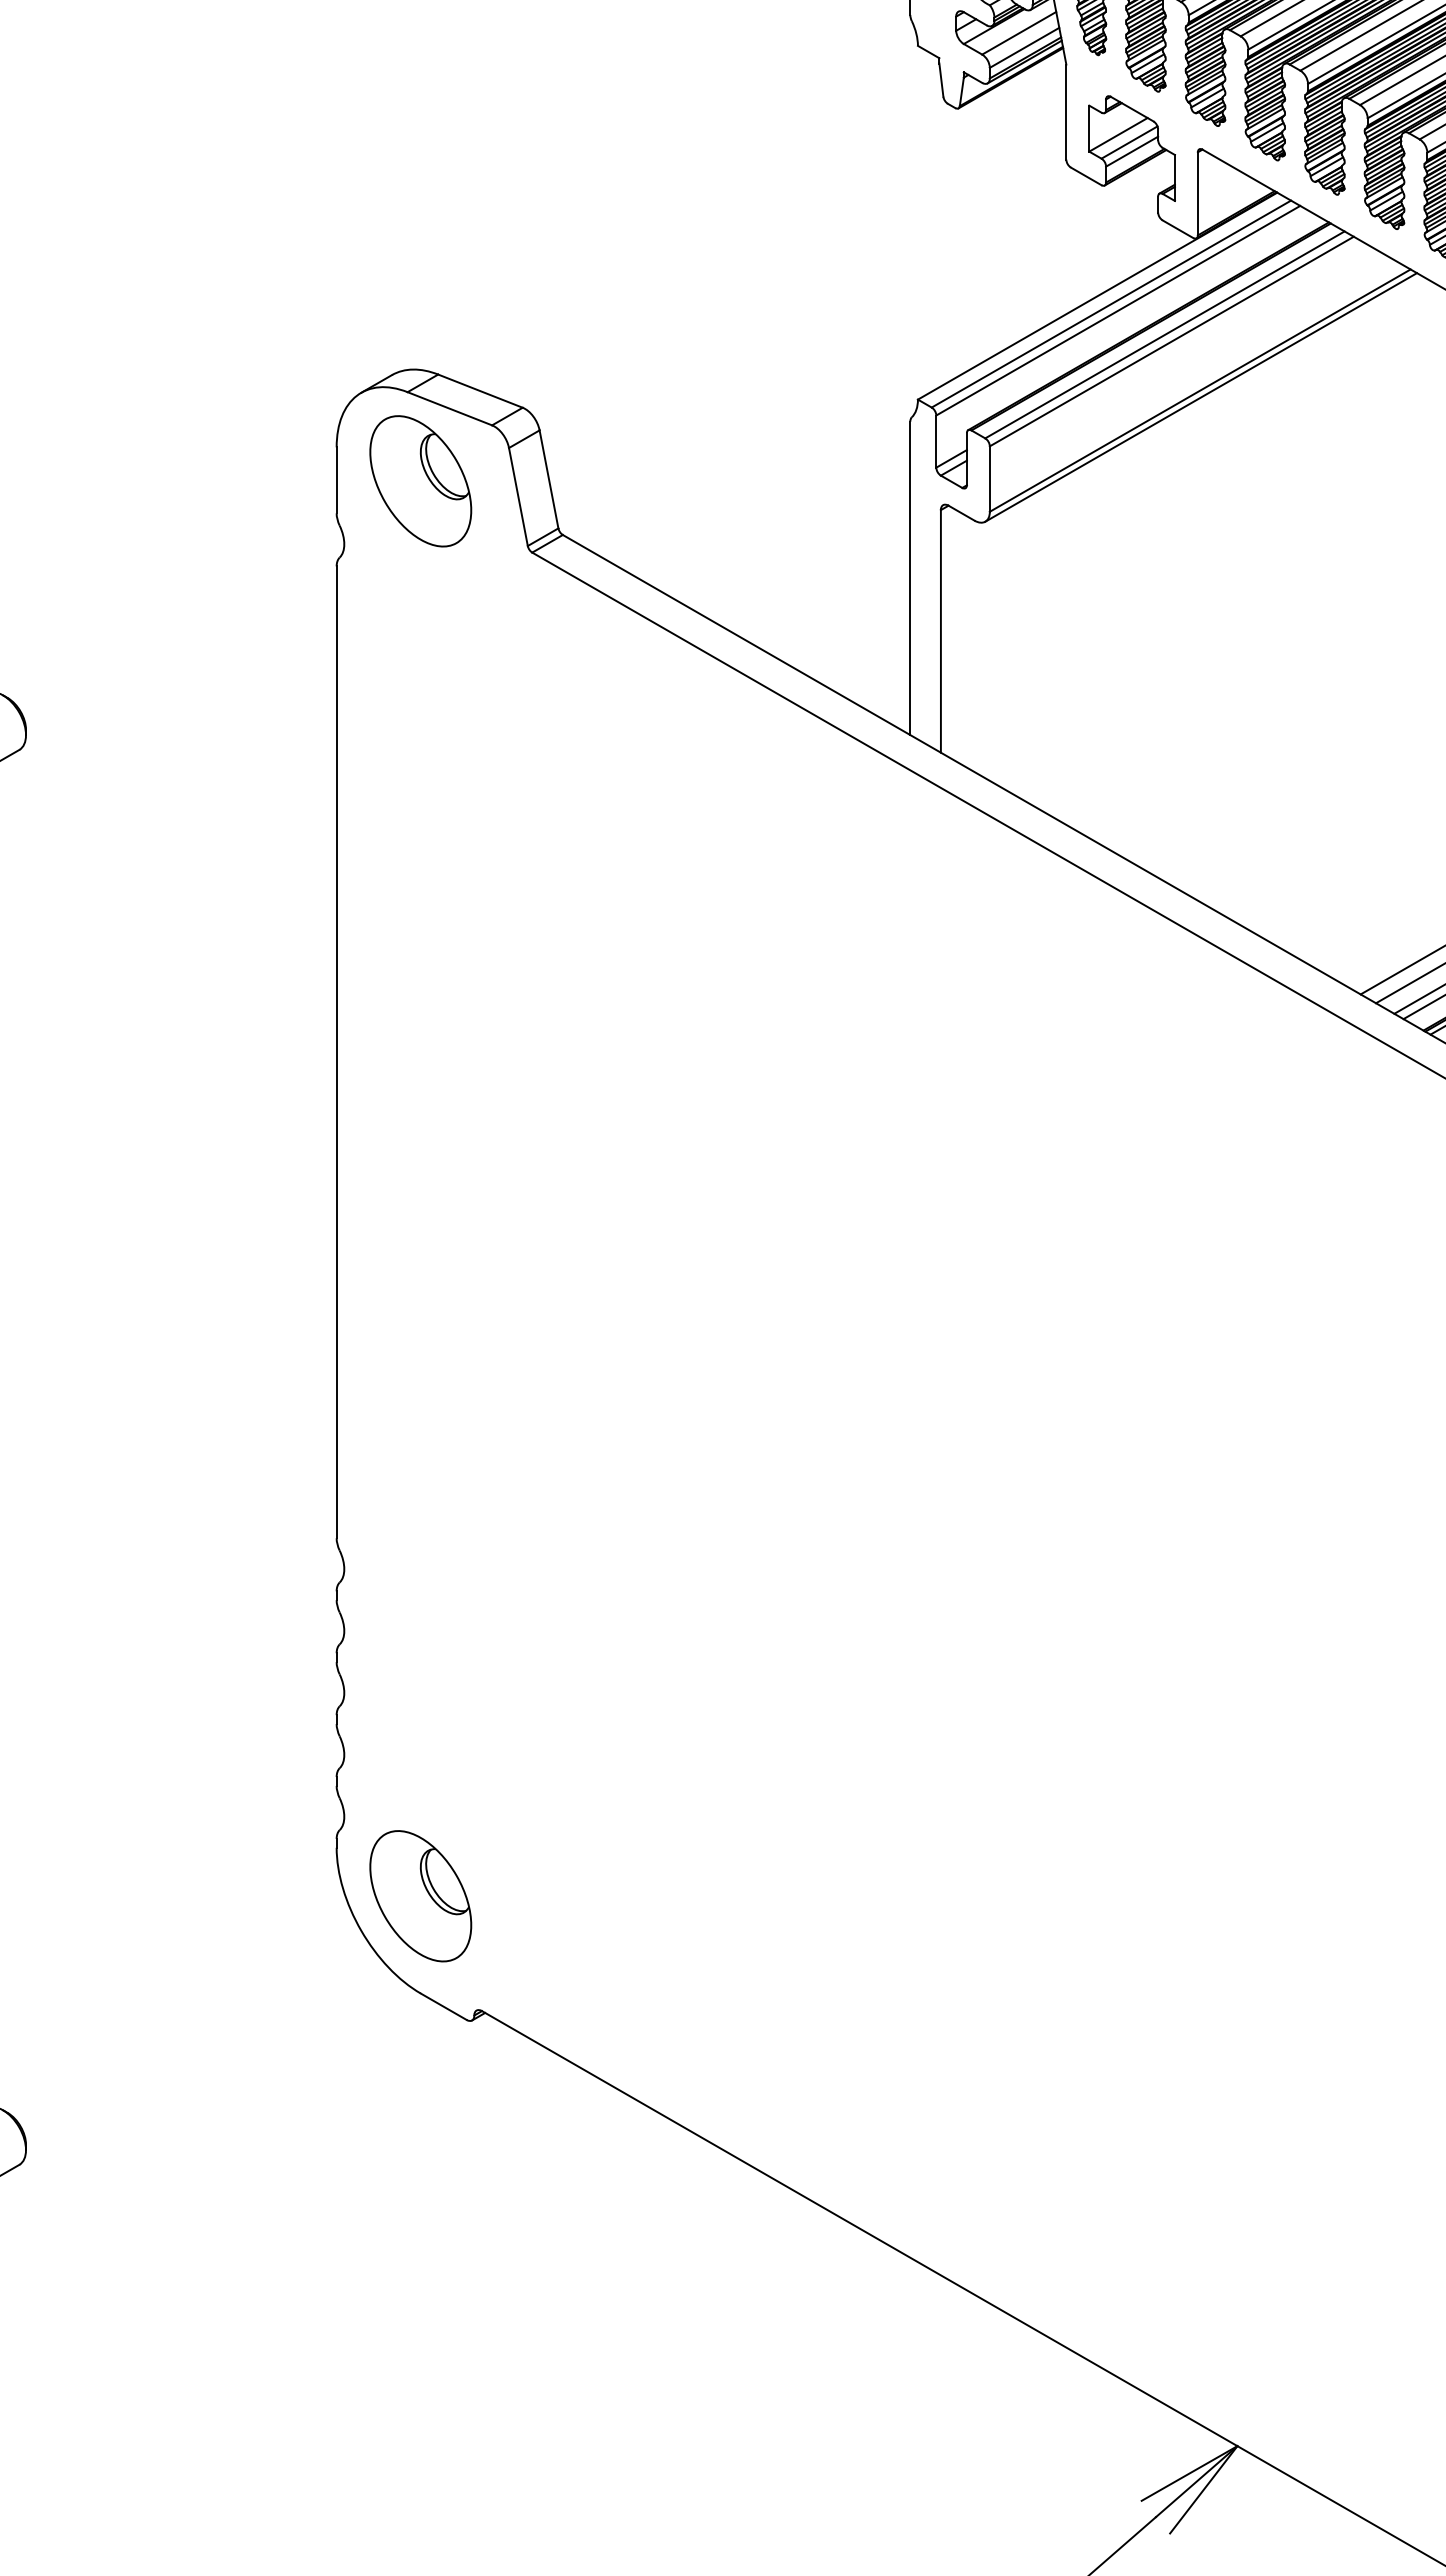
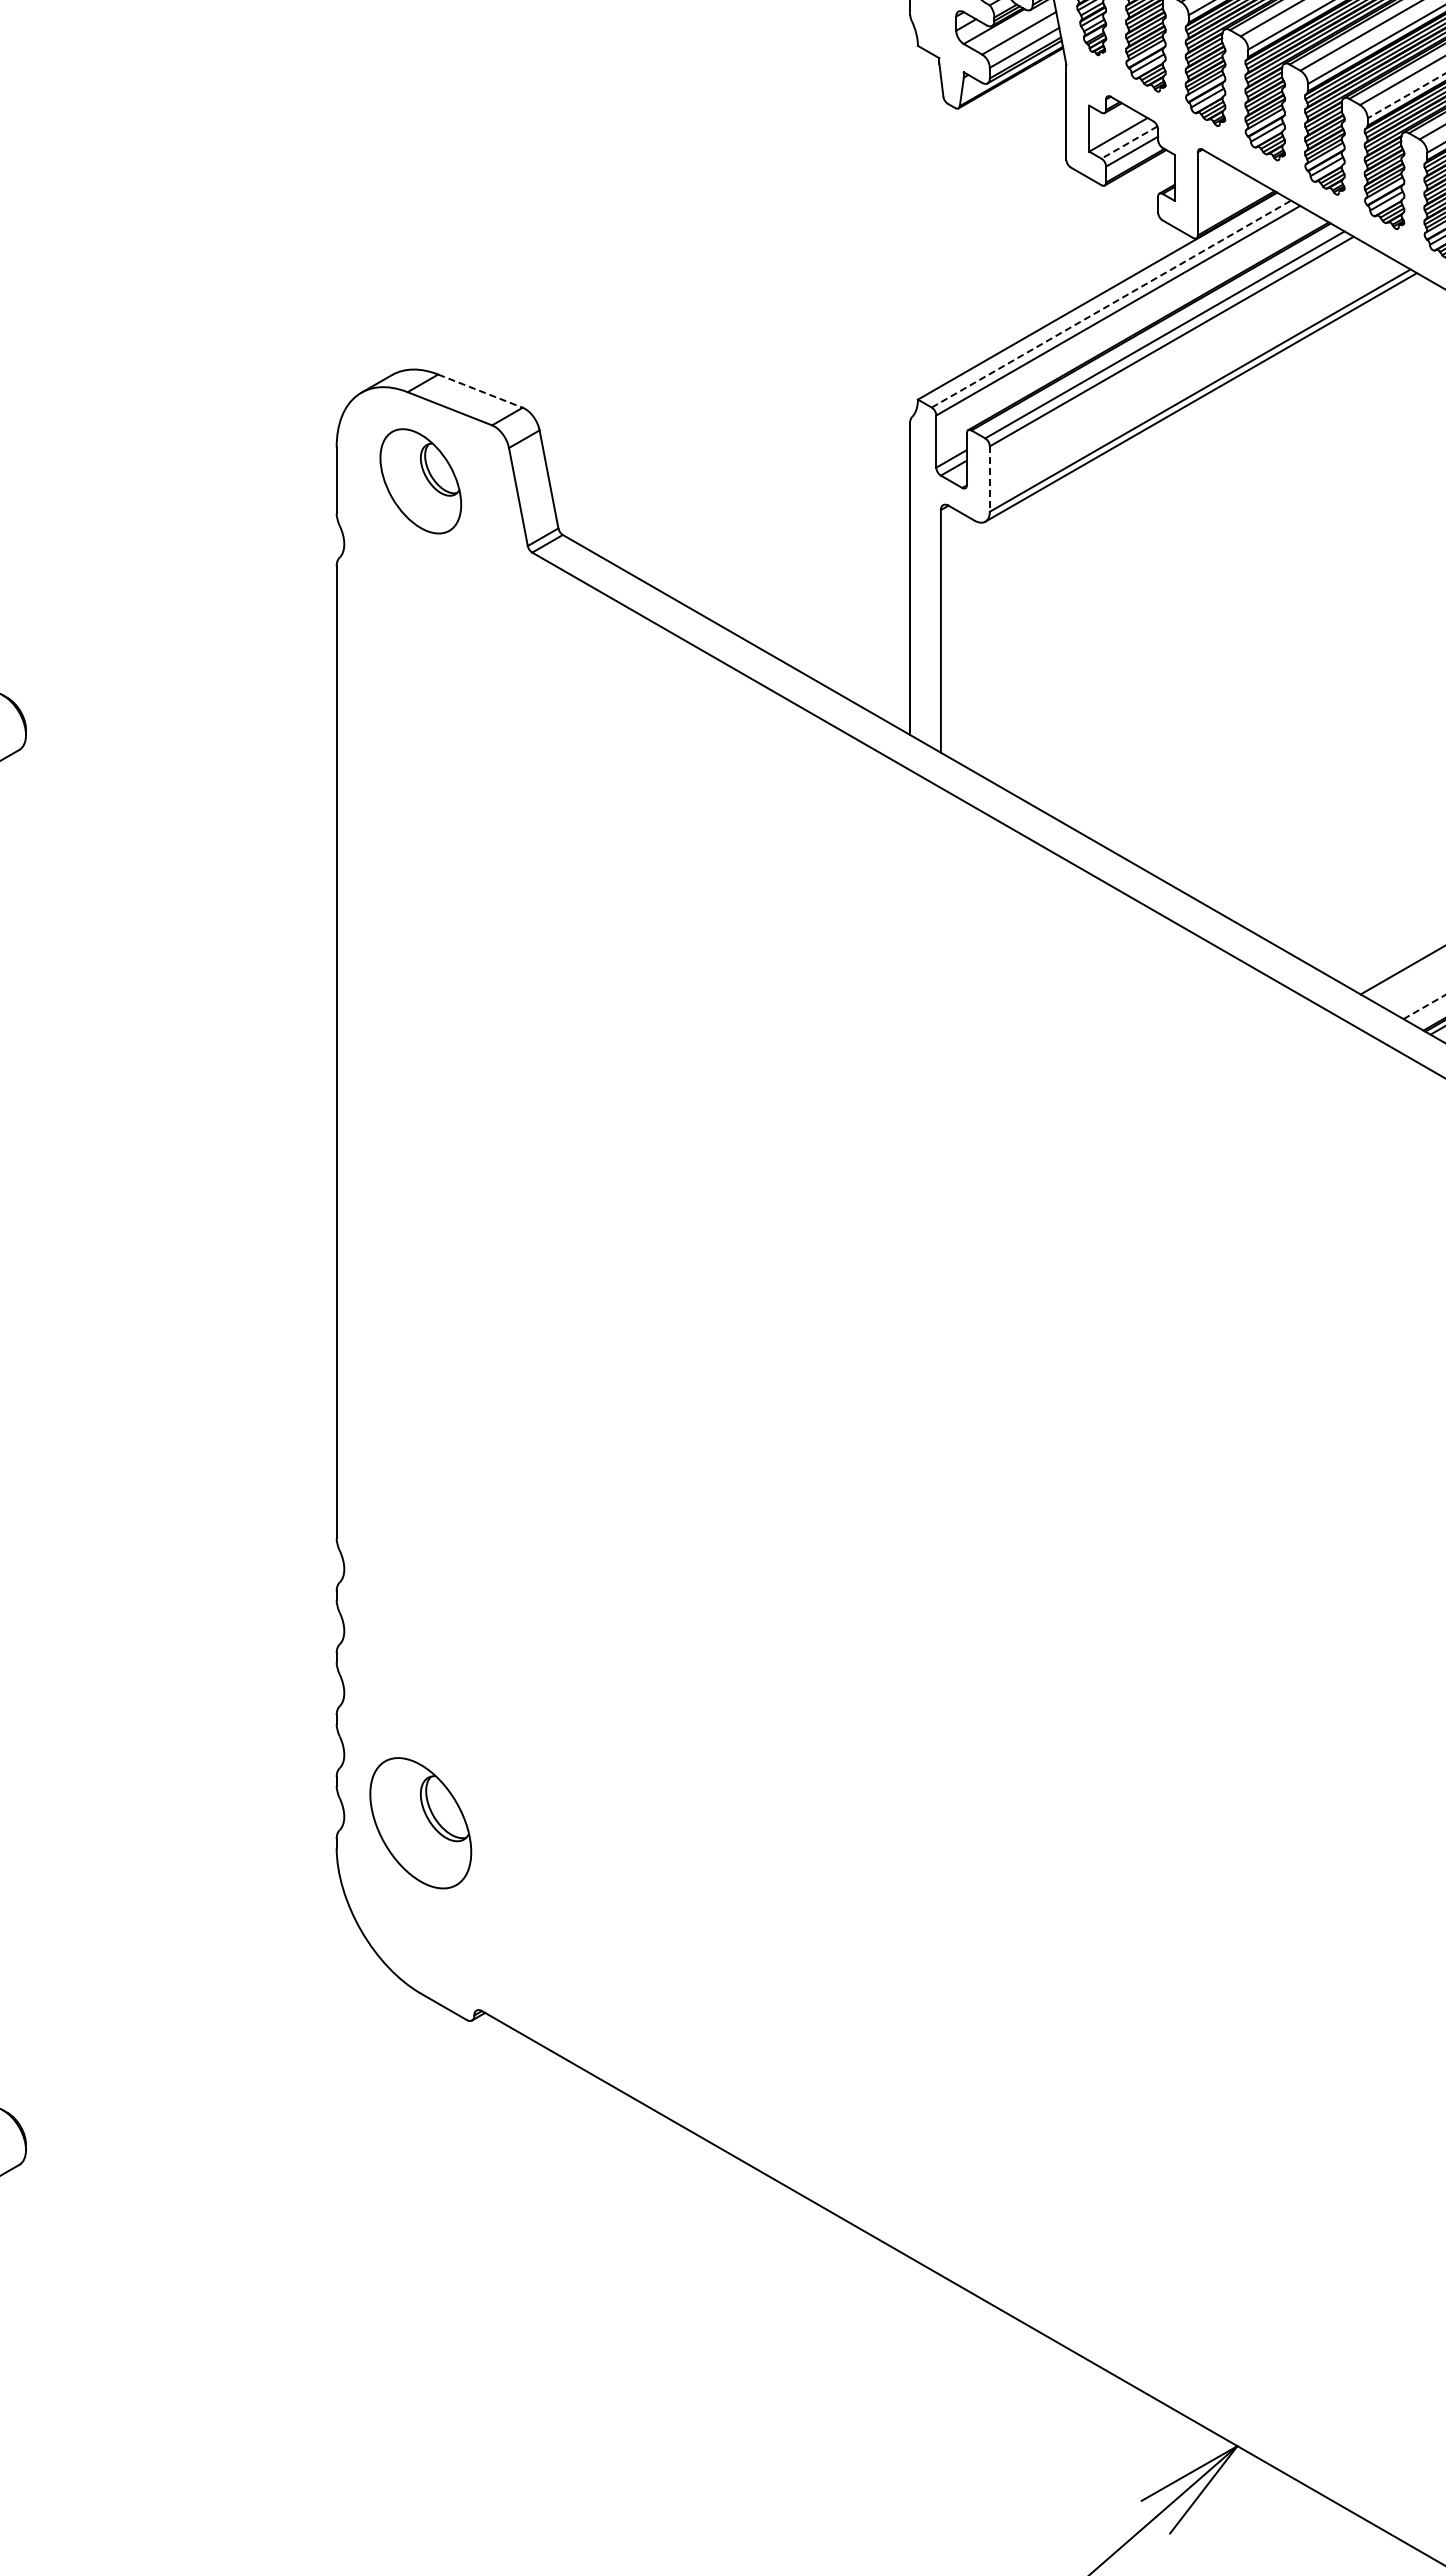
line at (1406, 95): solid -> dashed
line at (1129, 142): solid -> dashed
line at (1111, 303): solid -> dashed
line at (480, 391): solid -> dashed
line at (989, 479): solid -> dashed
part at (420, 481) size: 104x133 px -> 84x107 px
line at (1409, 983): present -> none
line at (1418, 999): present -> none
line at (1425, 1006): solid -> dashed
part at (420, 1896) position: (420, 1896) -> (420, 1823)
